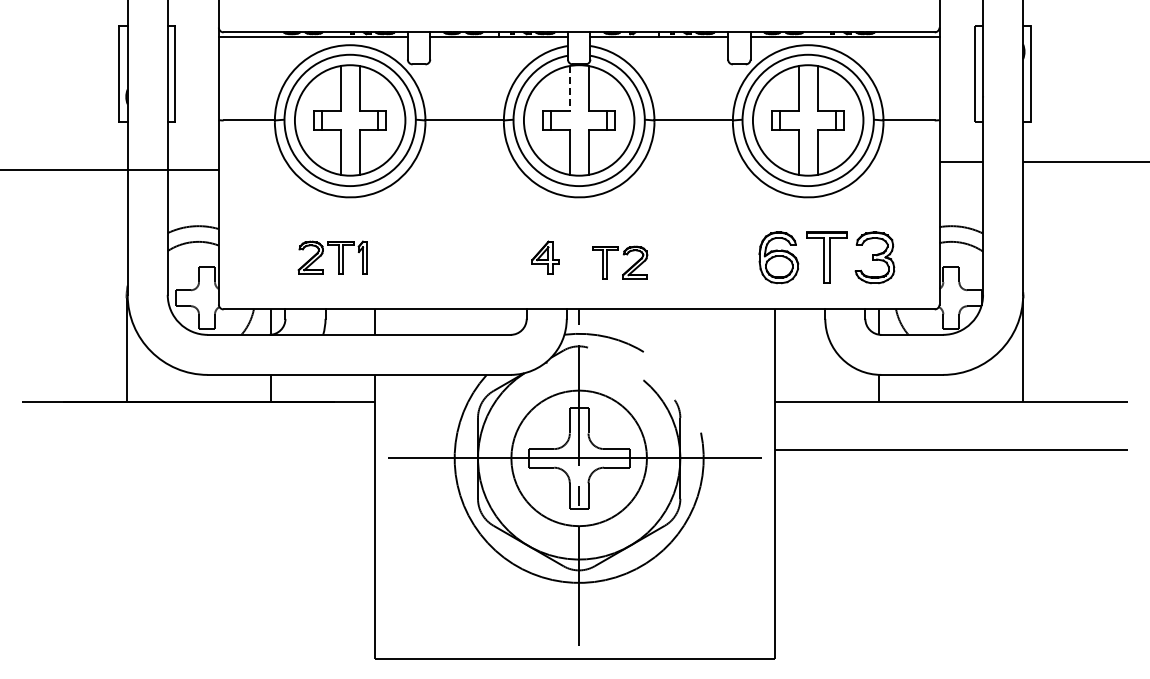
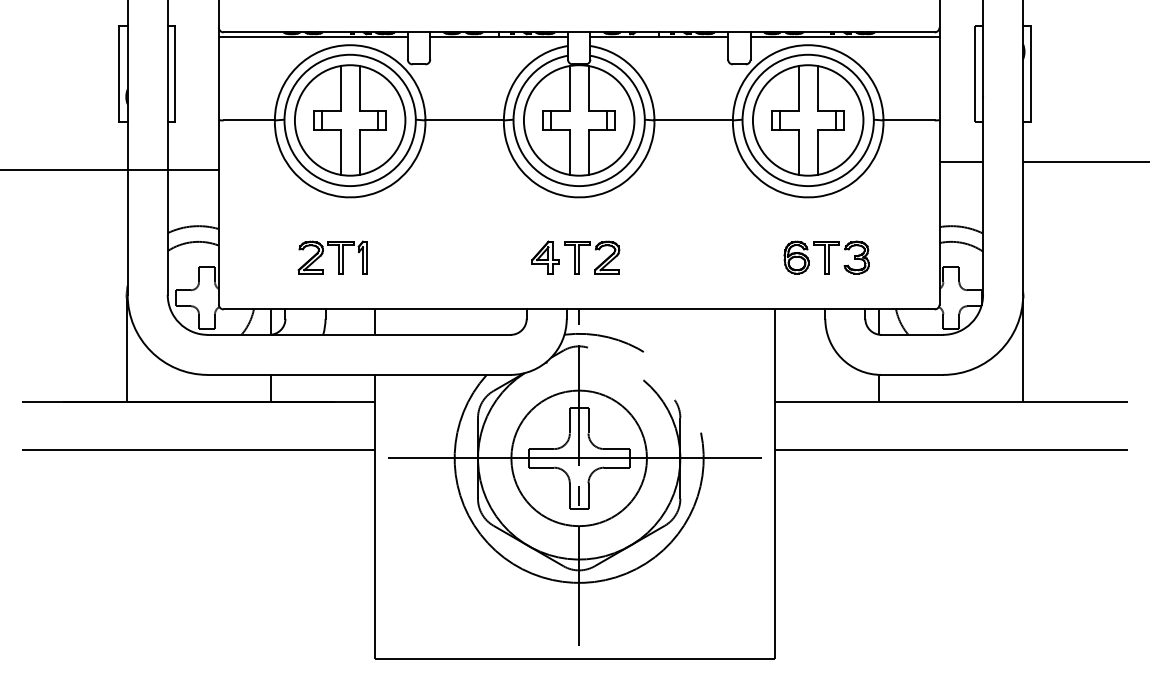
line at (569, 88): dashed -> solid
part at (623, 255) position: (623, 255) -> (595, 250)
part at (826, 257) size: 138x54 px -> 87x35 px
line at (198, 450): none -> present
